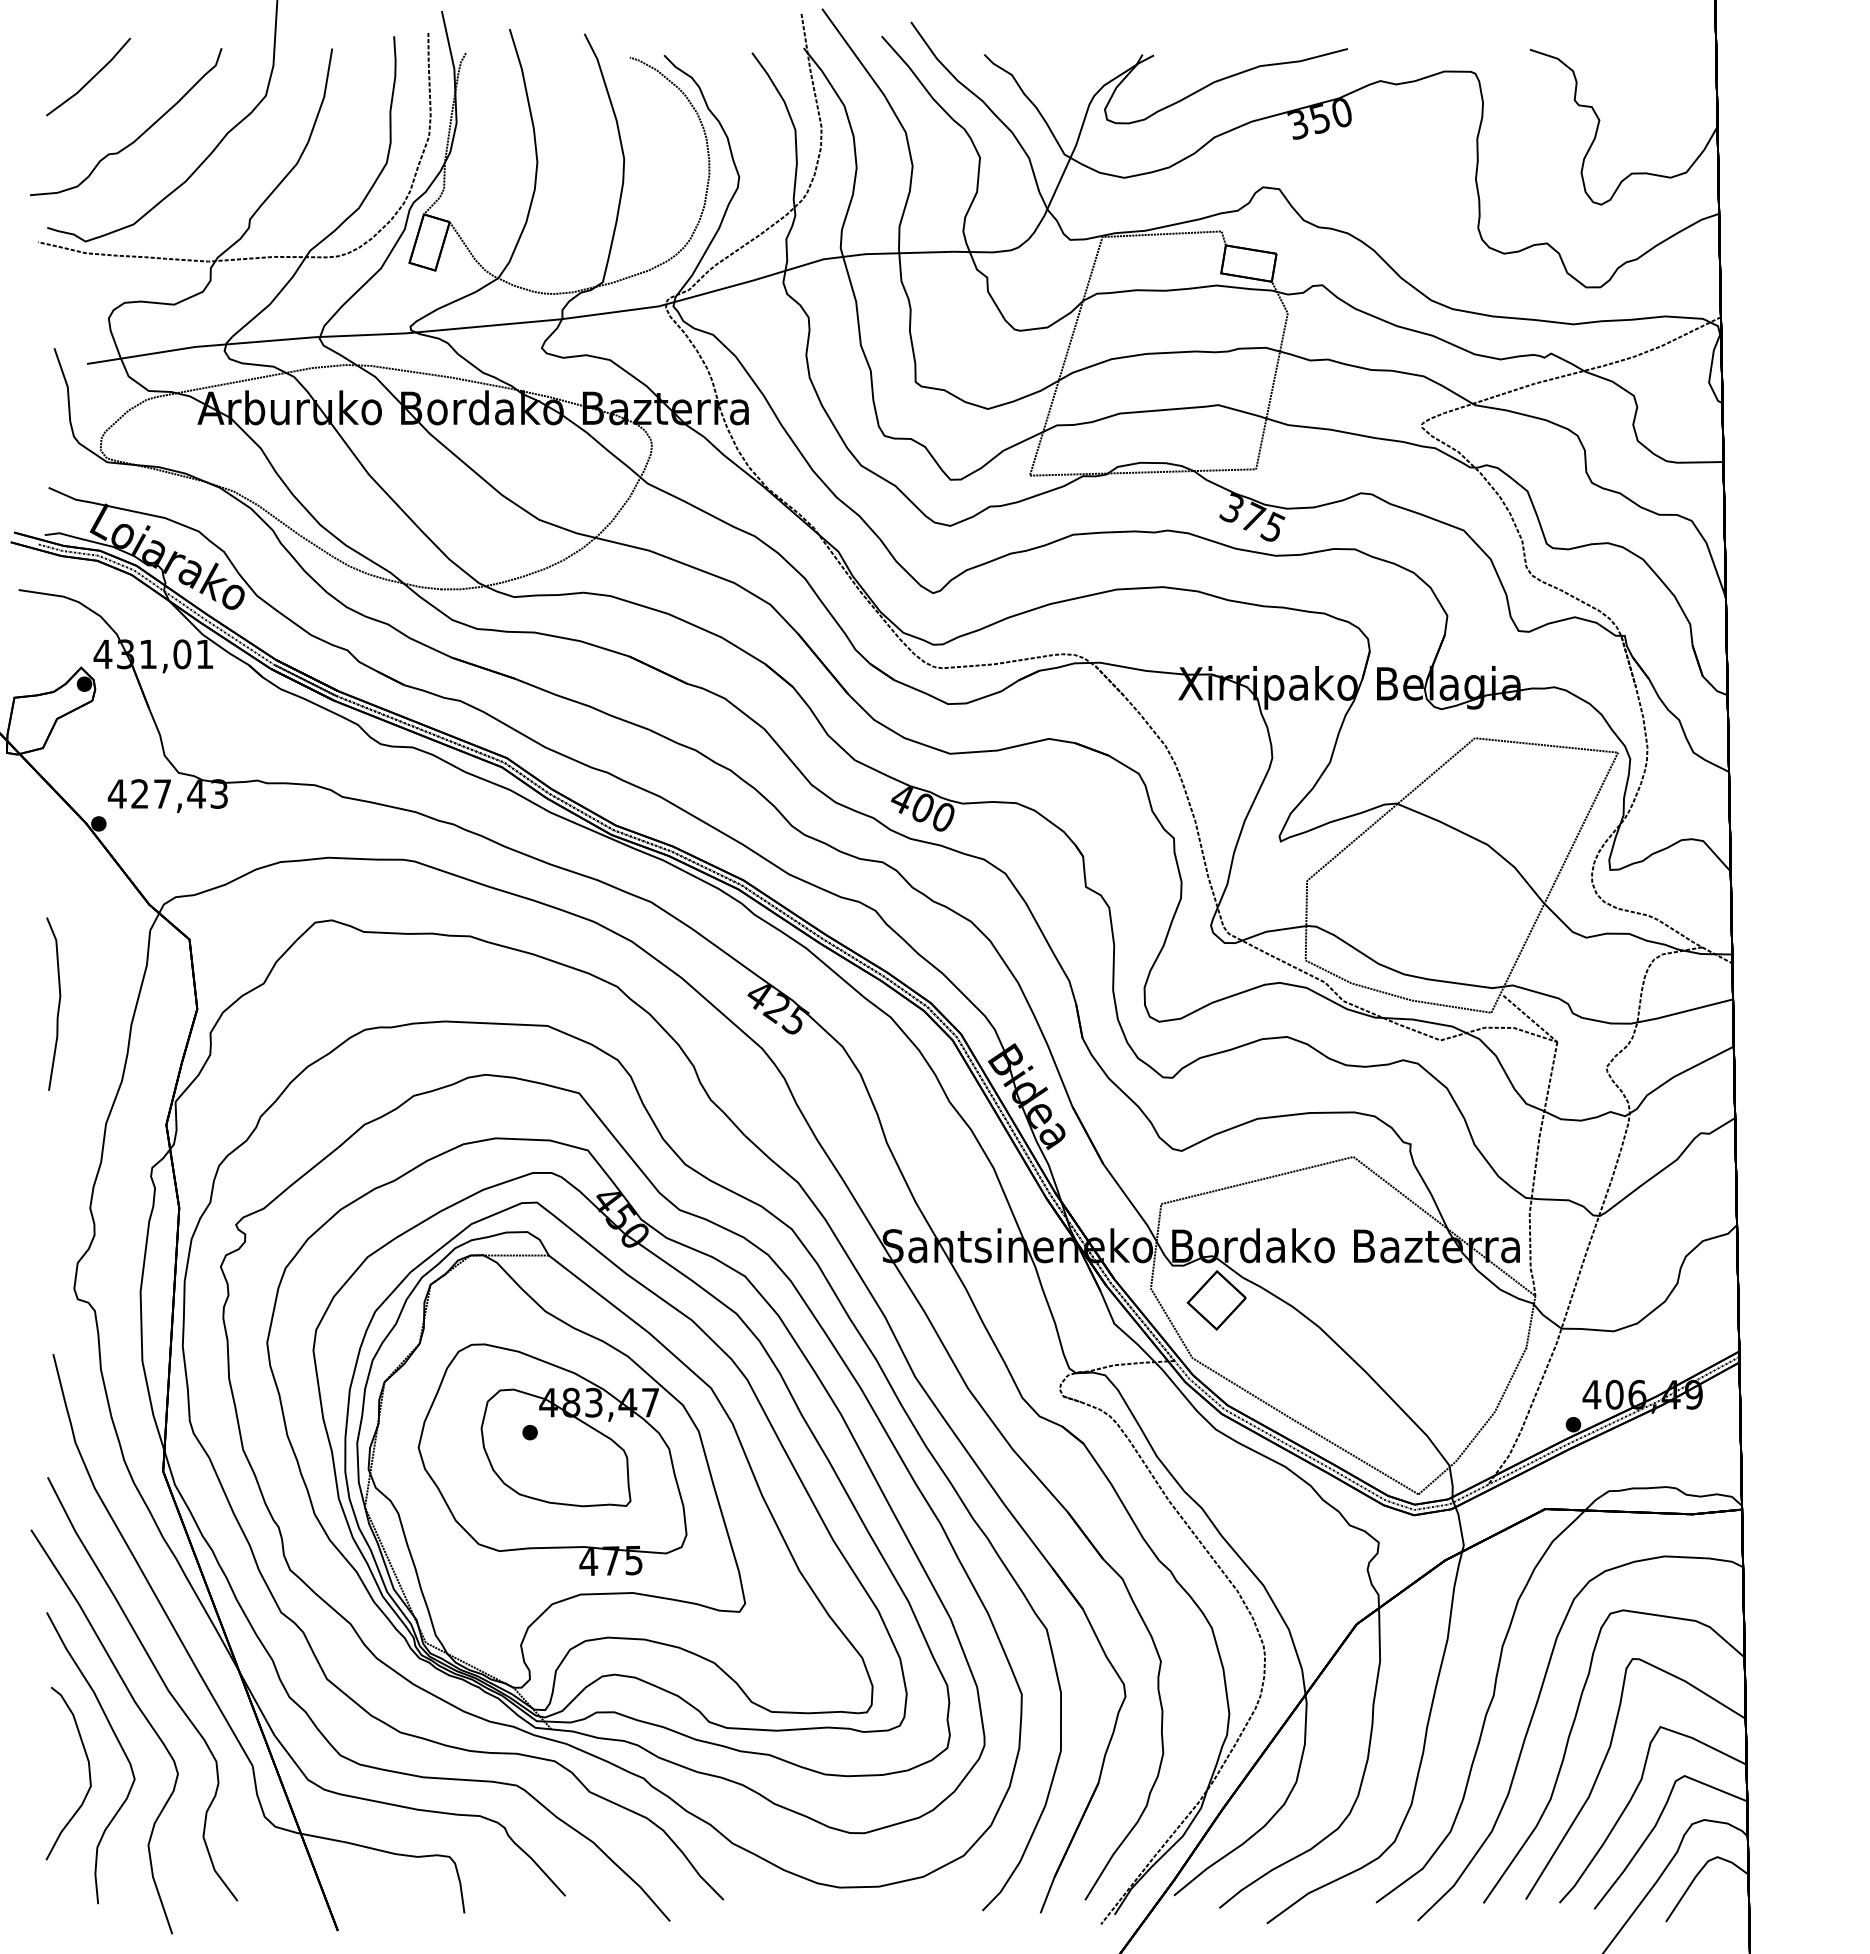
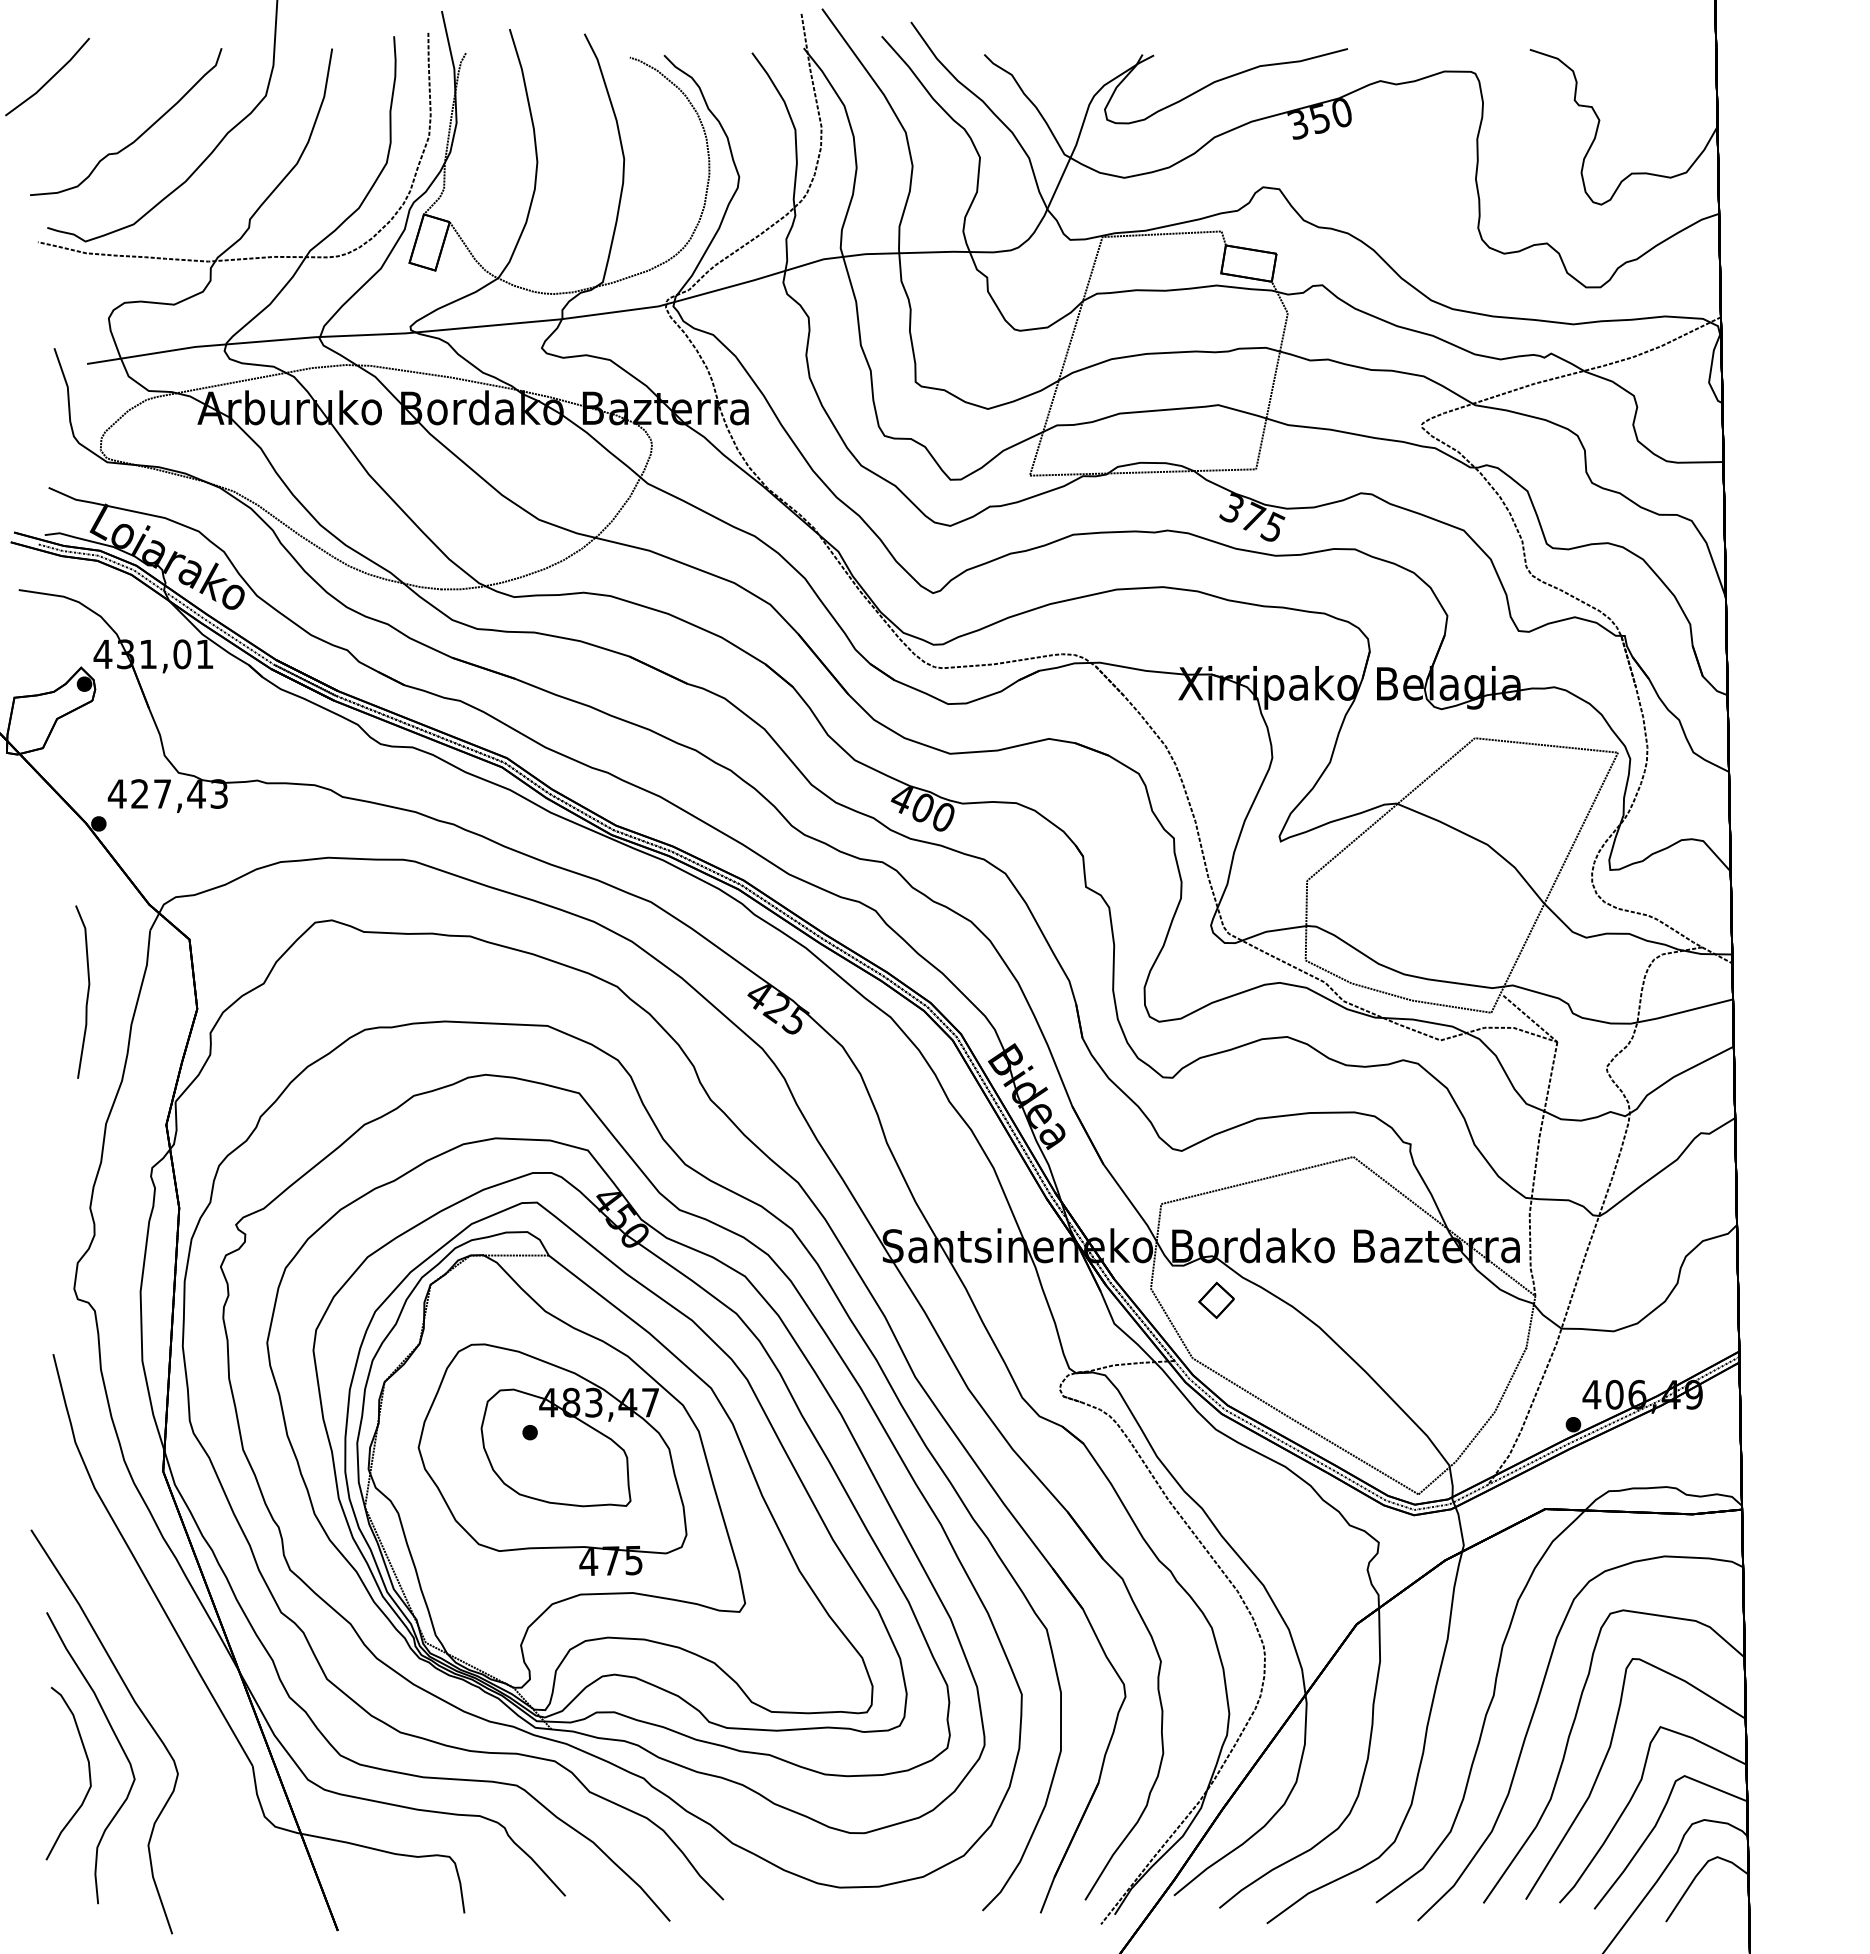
line at (90, 78) position: (90, 78) -> (49, 78)
curve at (58, 1003) position: (58, 1003) -> (87, 991)
part at (1216, 1300) size: 61x61 px -> 37x38 px
curve at (159, 1677): present -> none
